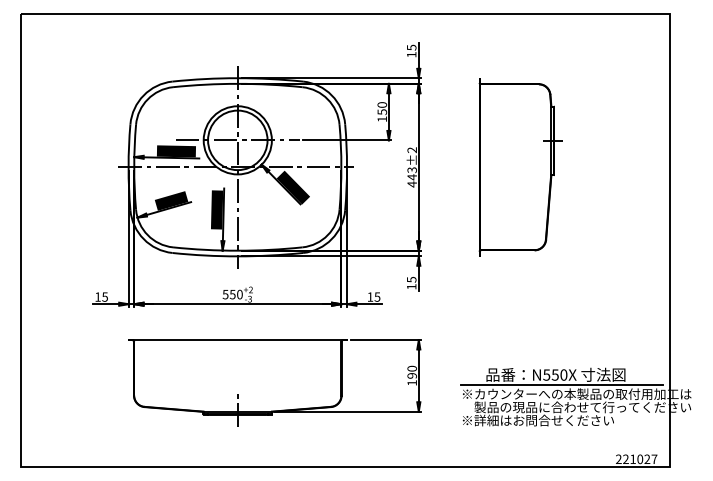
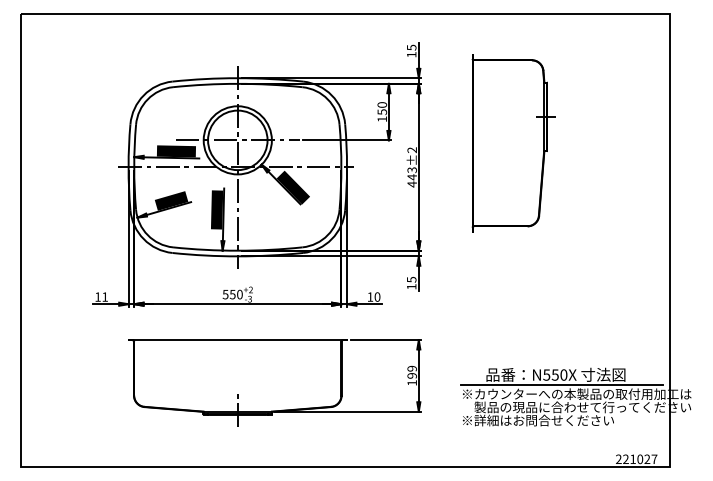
part at (520, 167) position: (520, 167) -> (513, 143)
text at (104, 296): 15 -> 11
text at (377, 296): 15 -> 10
text at (411, 368): 190 -> 199
